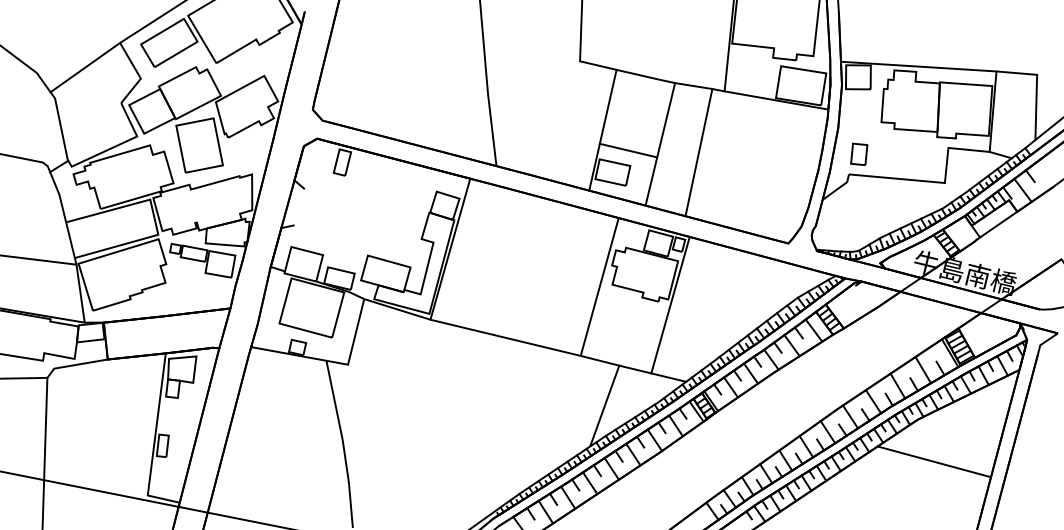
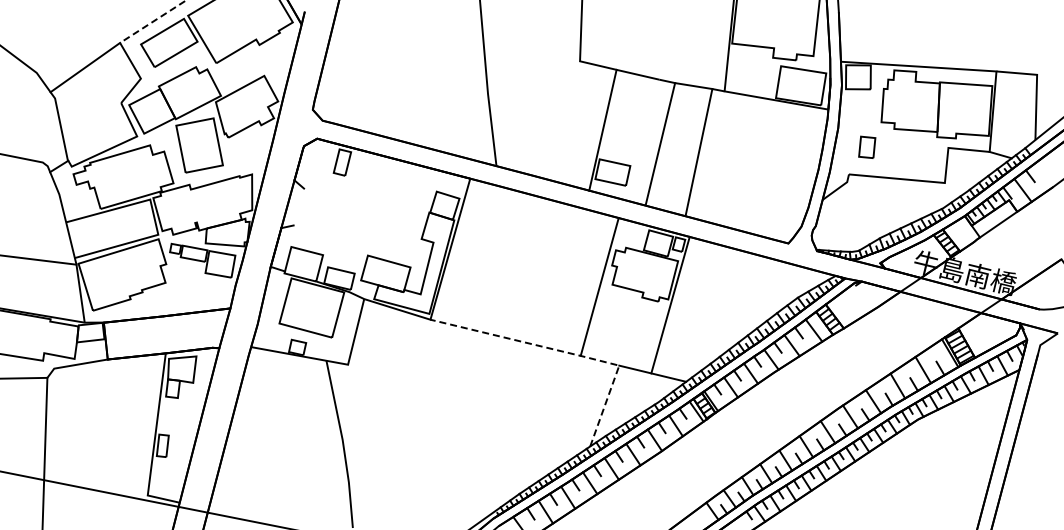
line at (152, 21): solid -> dashed
line at (628, 150): present -> none
part at (859, 153) position: (859, 153) -> (867, 146)
line at (567, 352): solid -> dashed
line at (934, 461): present -> none
